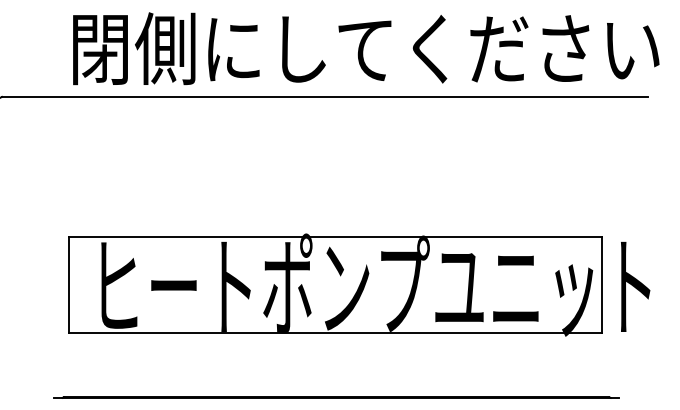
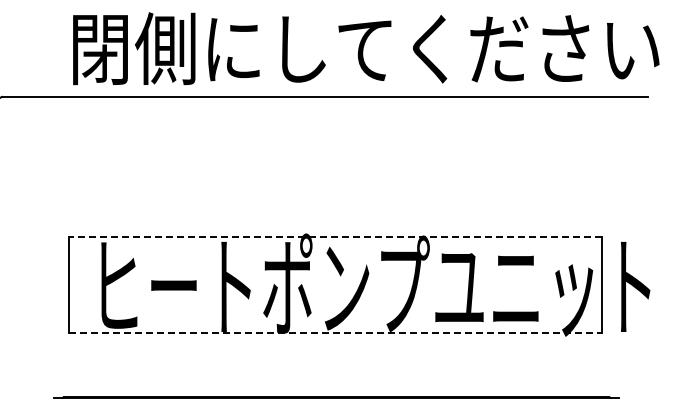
line at (335, 237): solid -> dashed
line at (335, 333): solid -> dashed
